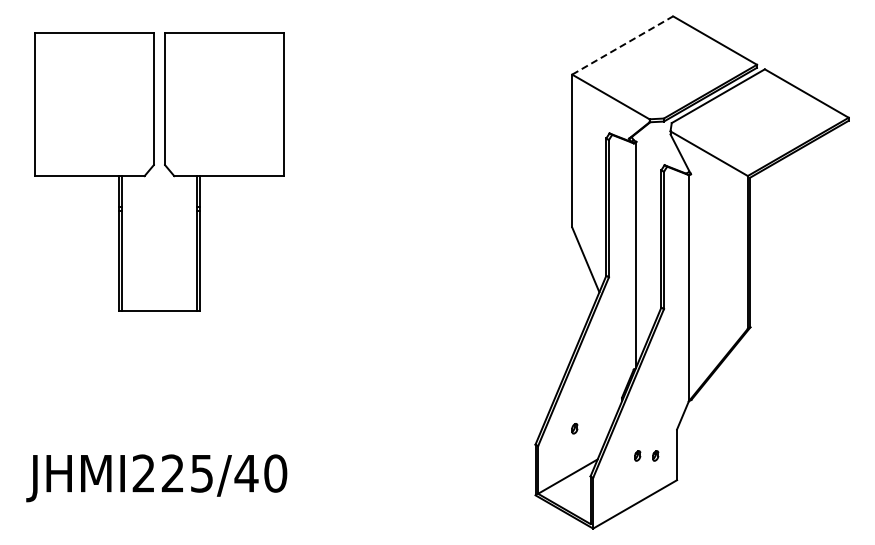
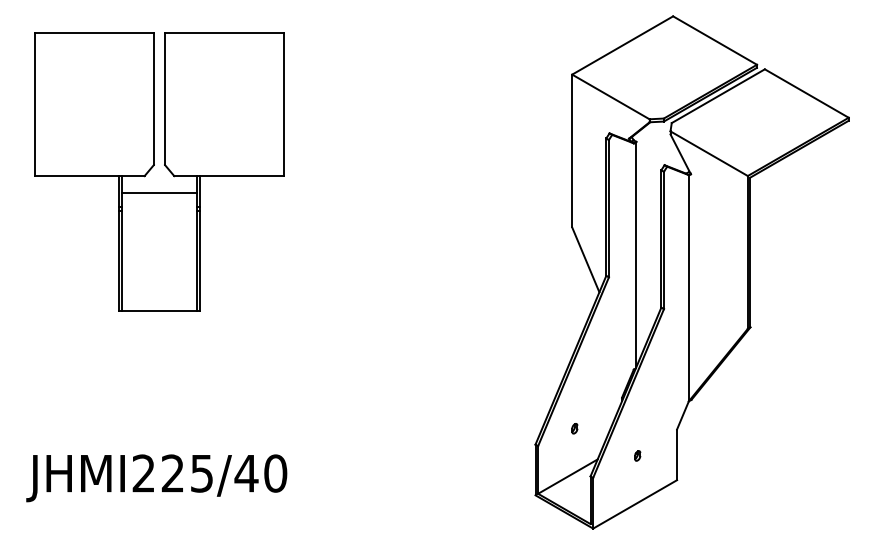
line at (623, 45): dashed -> solid
line at (159, 192): none -> present
part at (655, 455): present -> none
